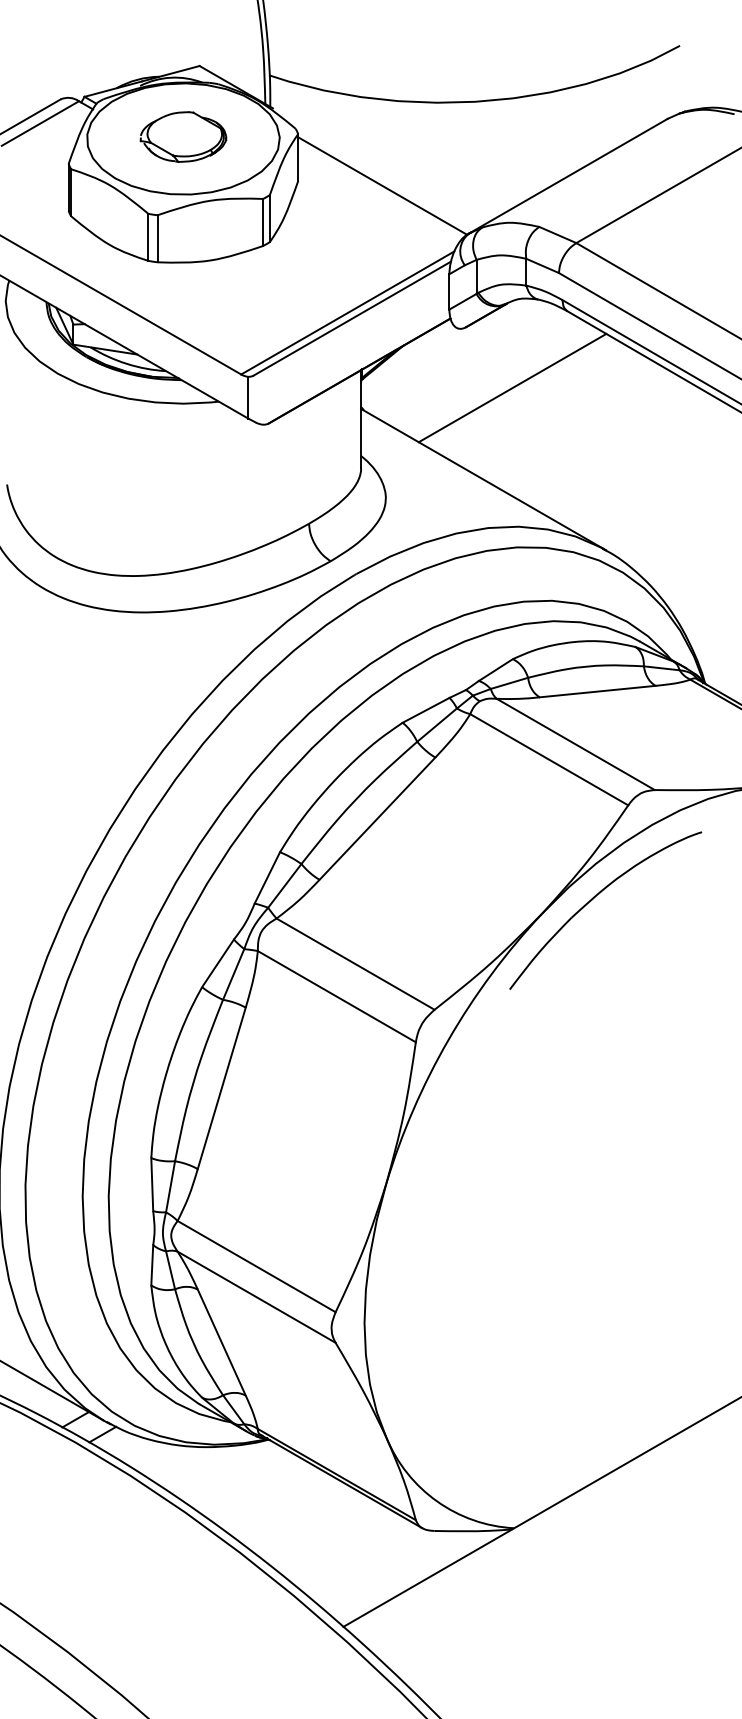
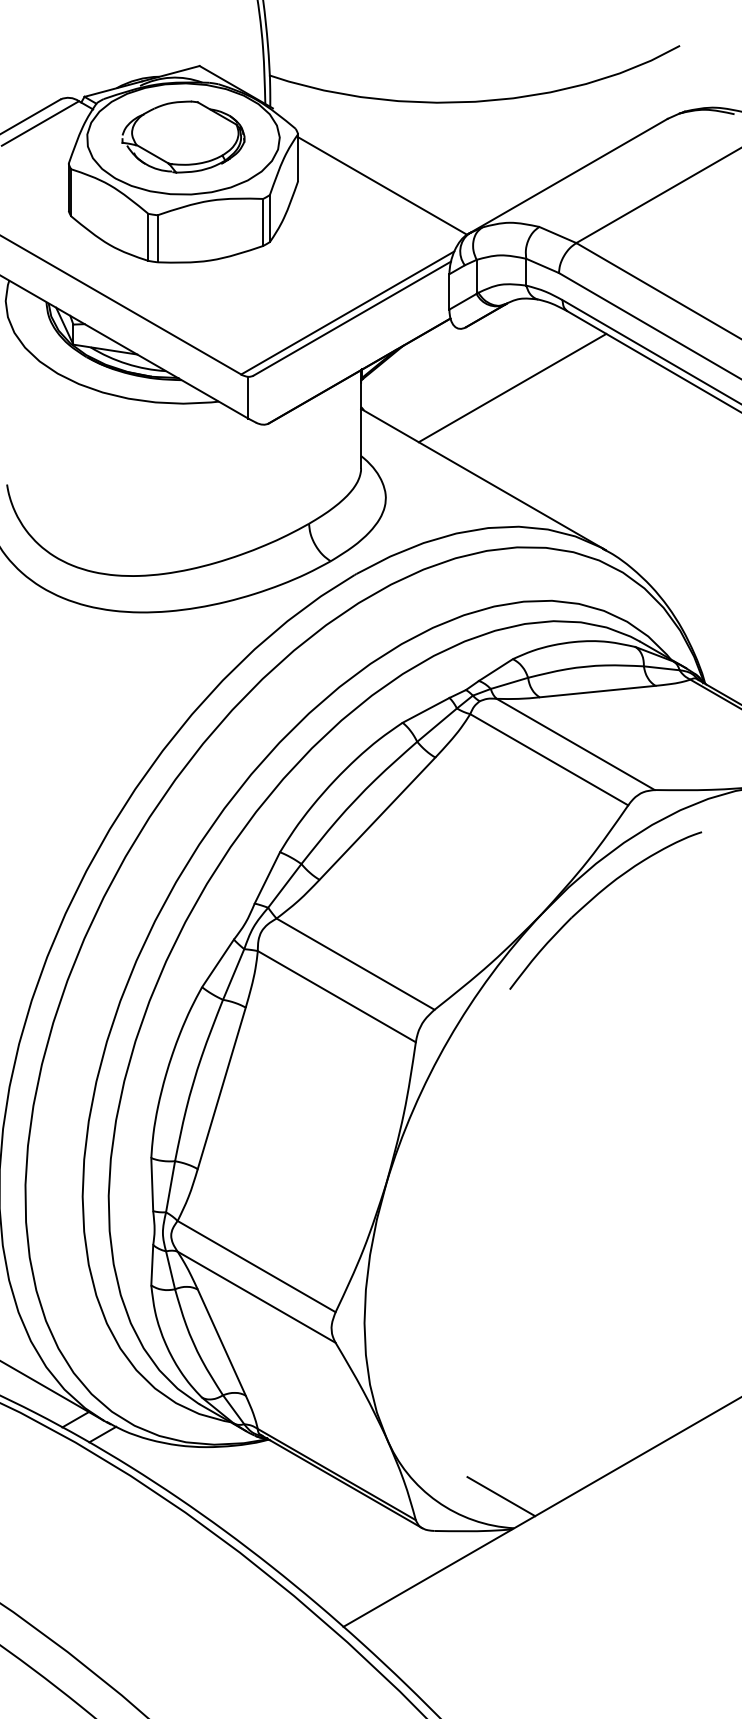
part at (183, 136) size: 89x52 px -> 125x74 px
line at (501, 1496): none -> present
